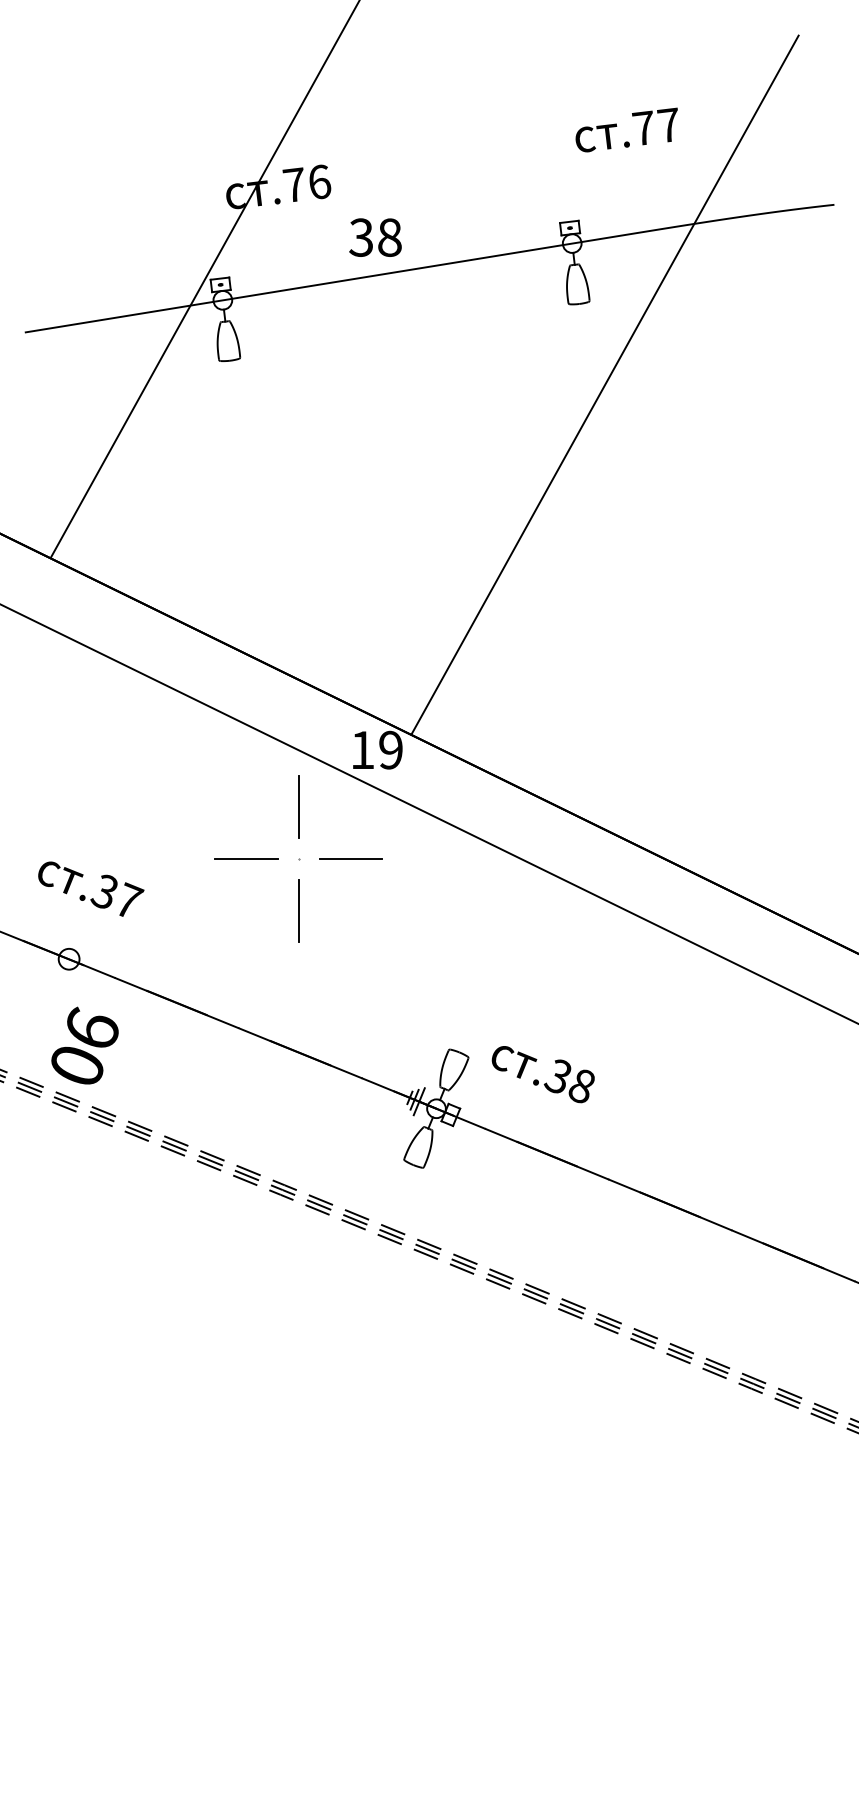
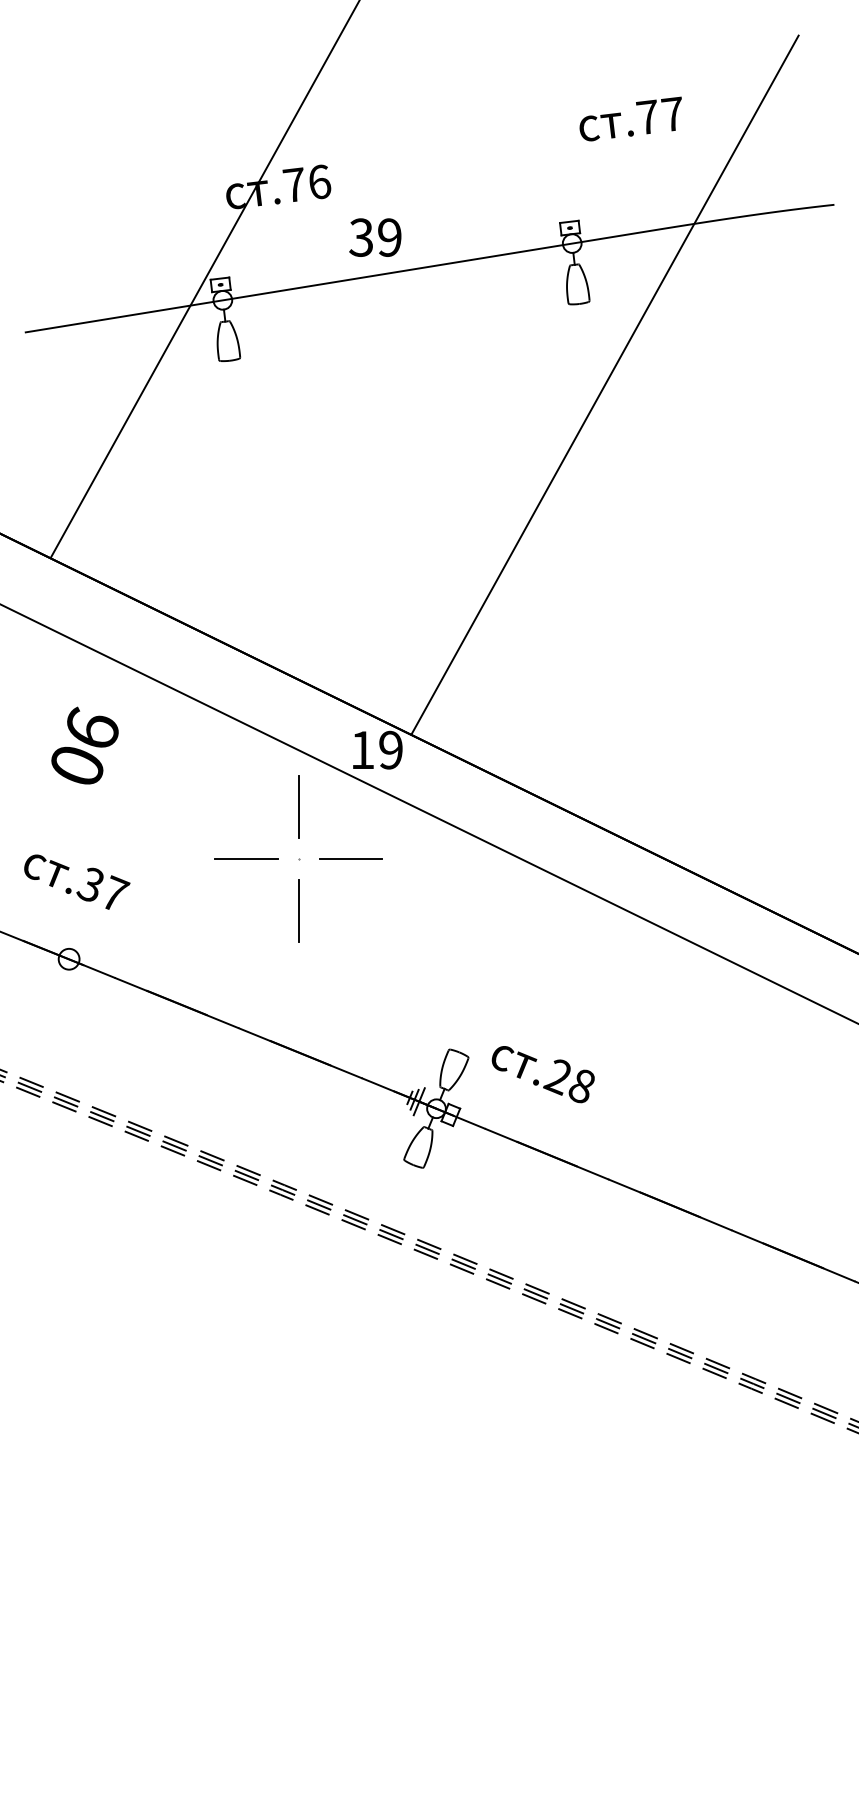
text at (626, 129) position: (626, 129) -> (630, 118)
text at (389, 237): 38 -> 39
text at (91, 888) position: (91, 888) -> (77, 881)
text at (84, 1045) position: (84, 1045) -> (84, 745)
text at (557, 1077): .38 -> .28
